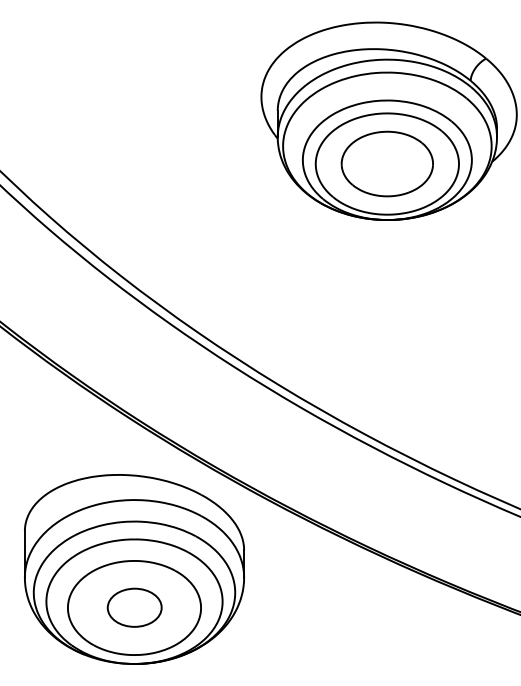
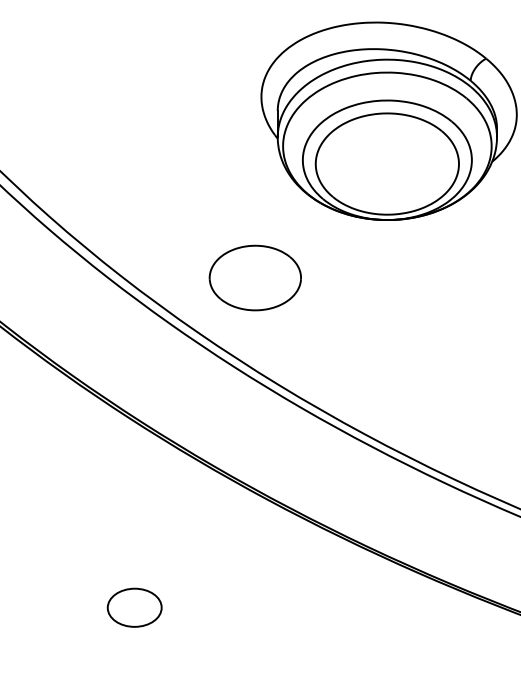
part at (386, 163) position: (386, 163) -> (254, 277)
part at (134, 569): present -> none
